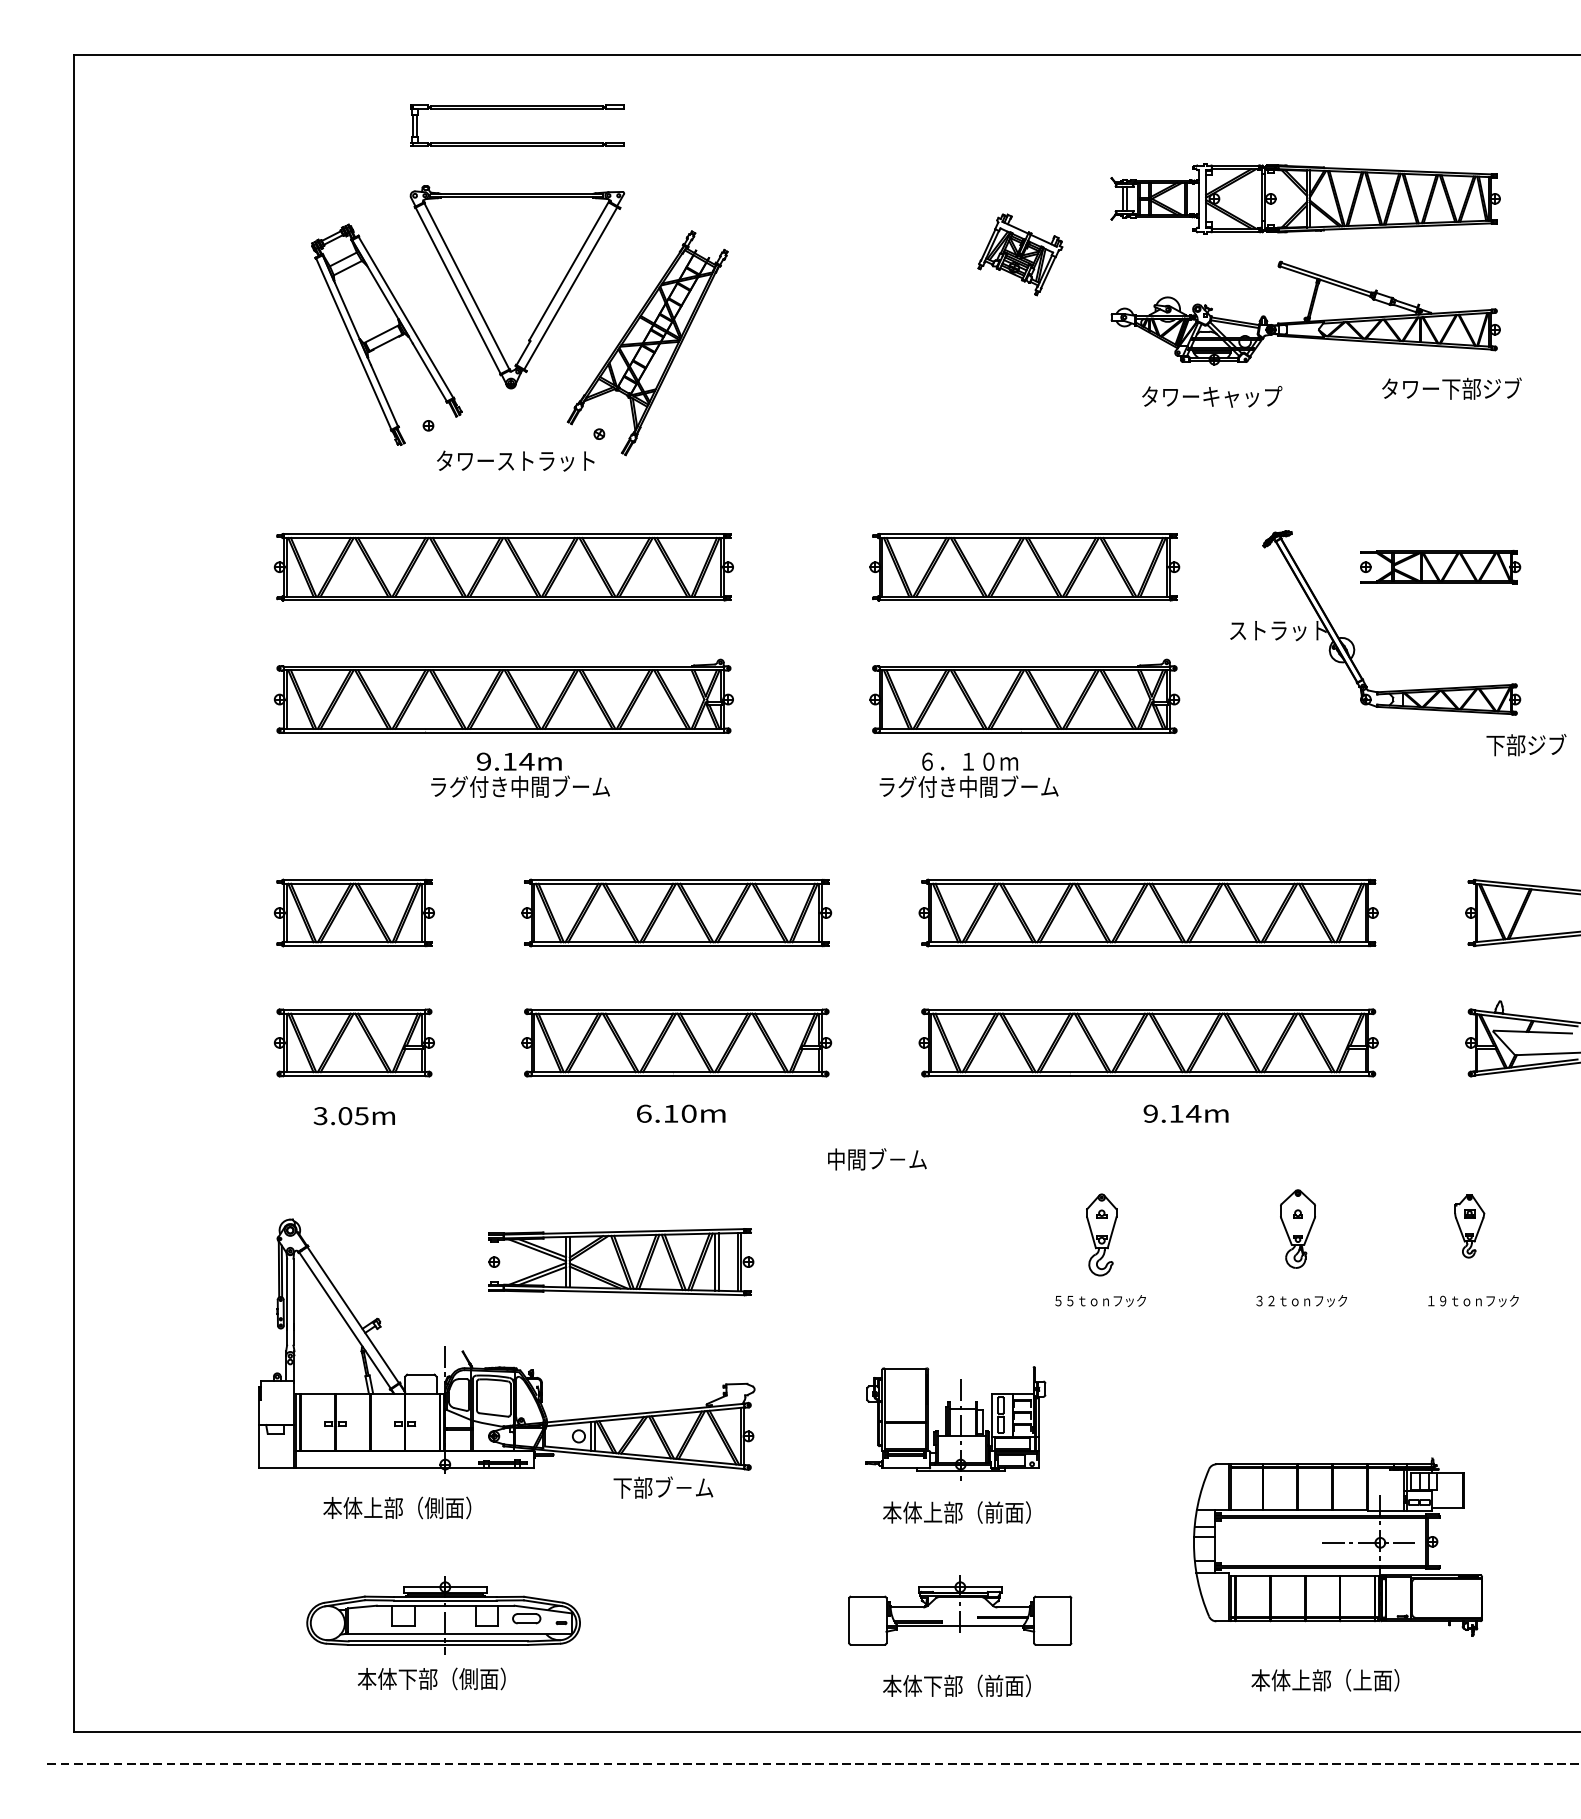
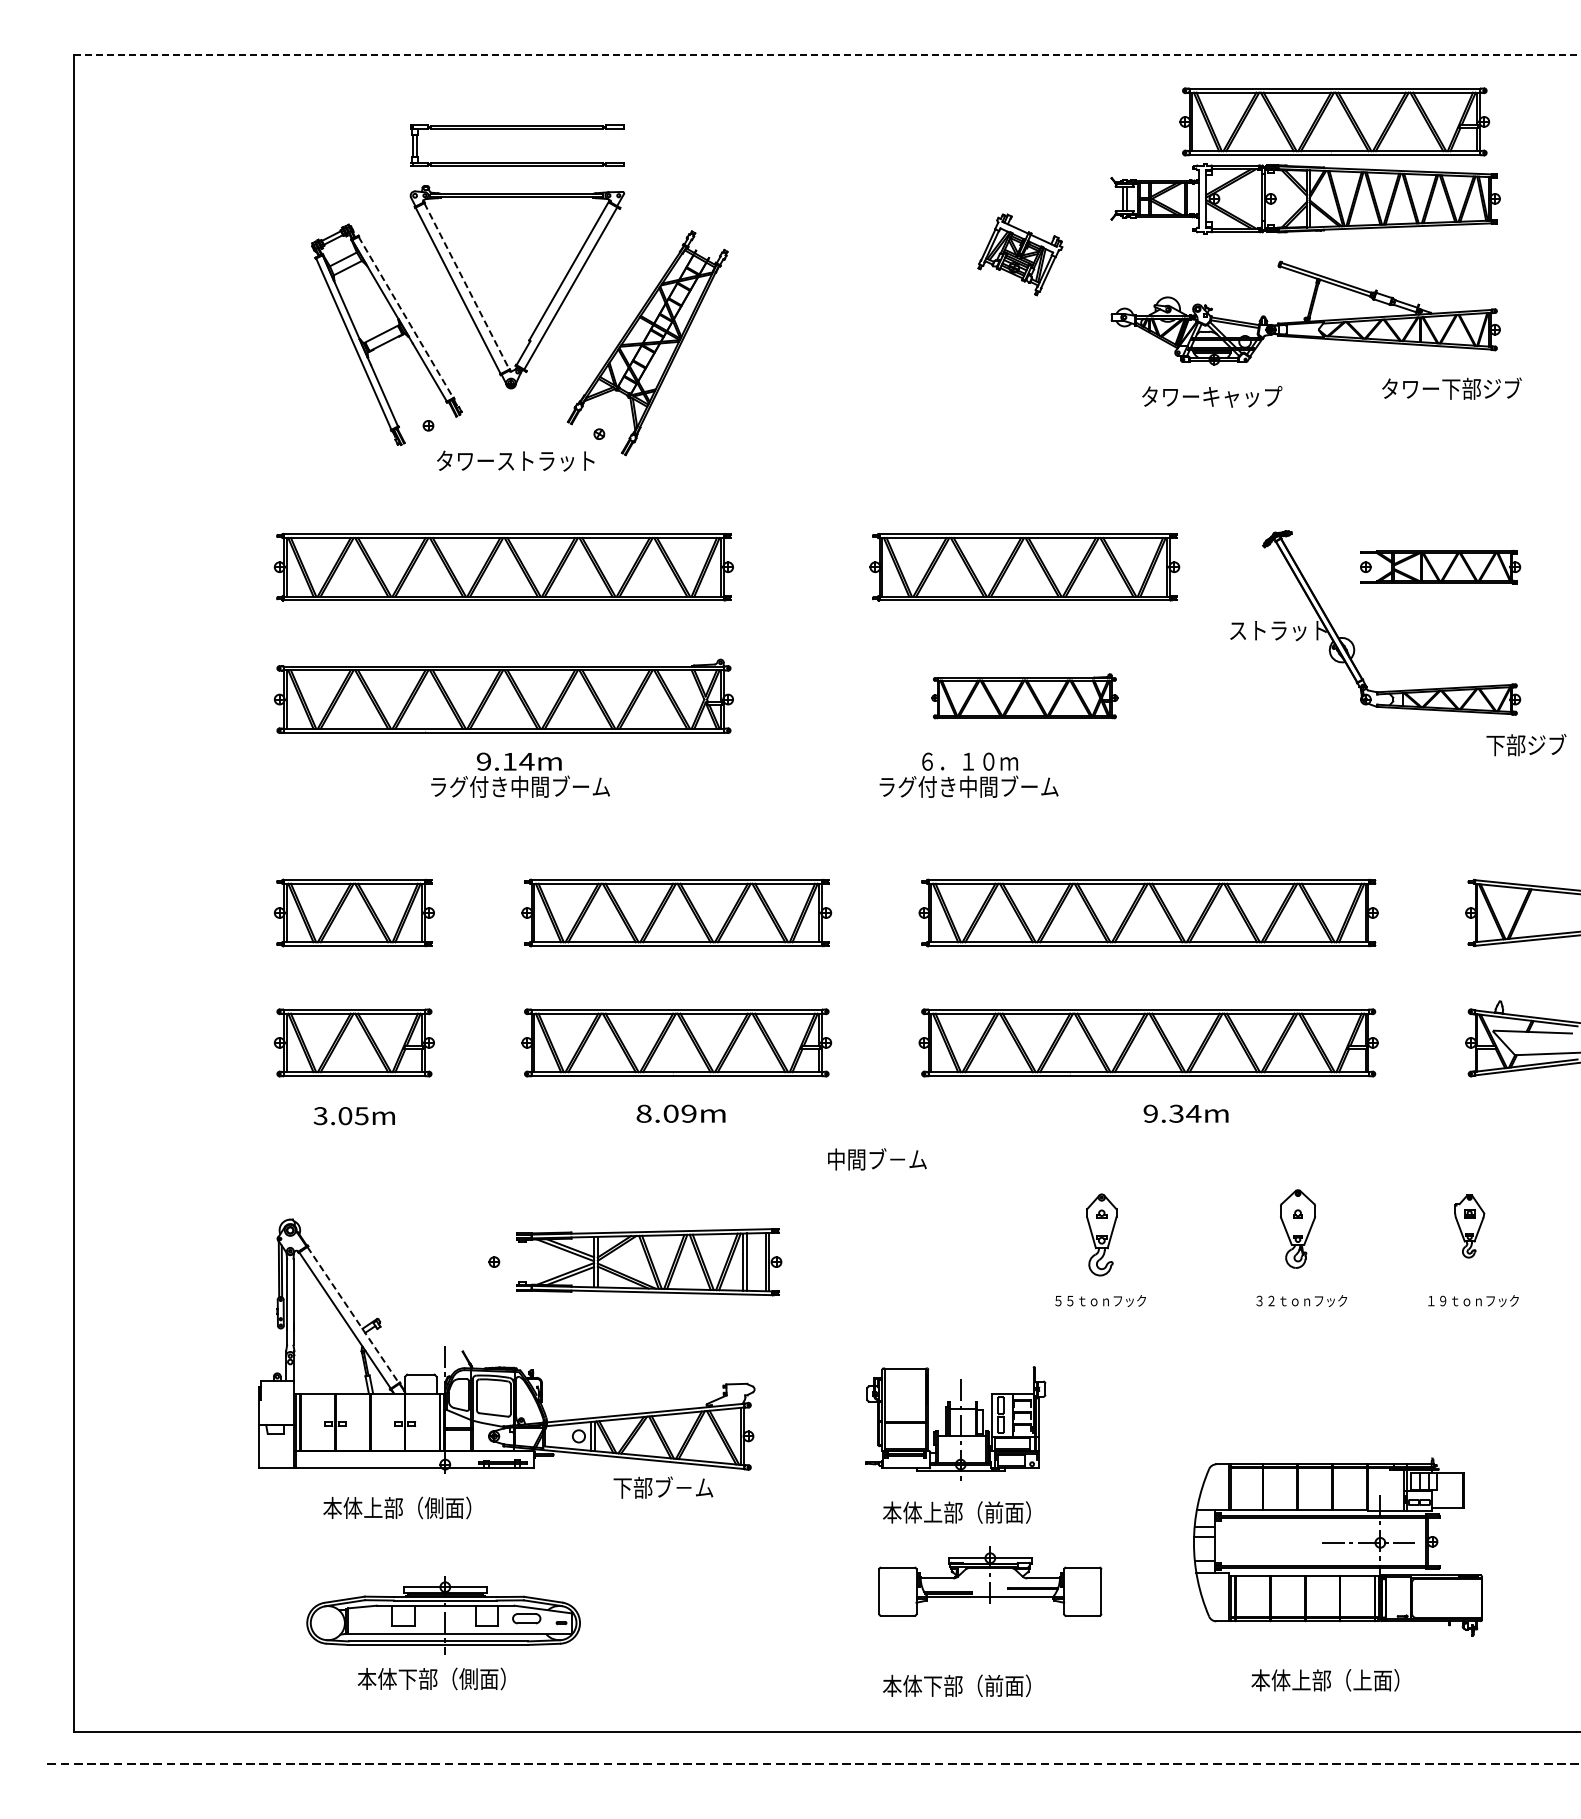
line at (827, 54): solid -> dashed
part at (517, 109) position: (517, 109) -> (517, 129)
part at (1334, 121): none -> present
line at (467, 286): solid -> dashed
line at (406, 317): solid -> dashed
part at (1024, 695) size: 312x76 px -> 188x47 px
text at (666, 1113): 6.10m -> 8.09m
text at (1176, 1113): 9.14m -> 9.34m
part at (621, 1262) position: (621, 1262) -> (649, 1262)
line at (353, 1315): solid -> dashed
part at (960, 1610) position: (960, 1610) -> (990, 1581)
